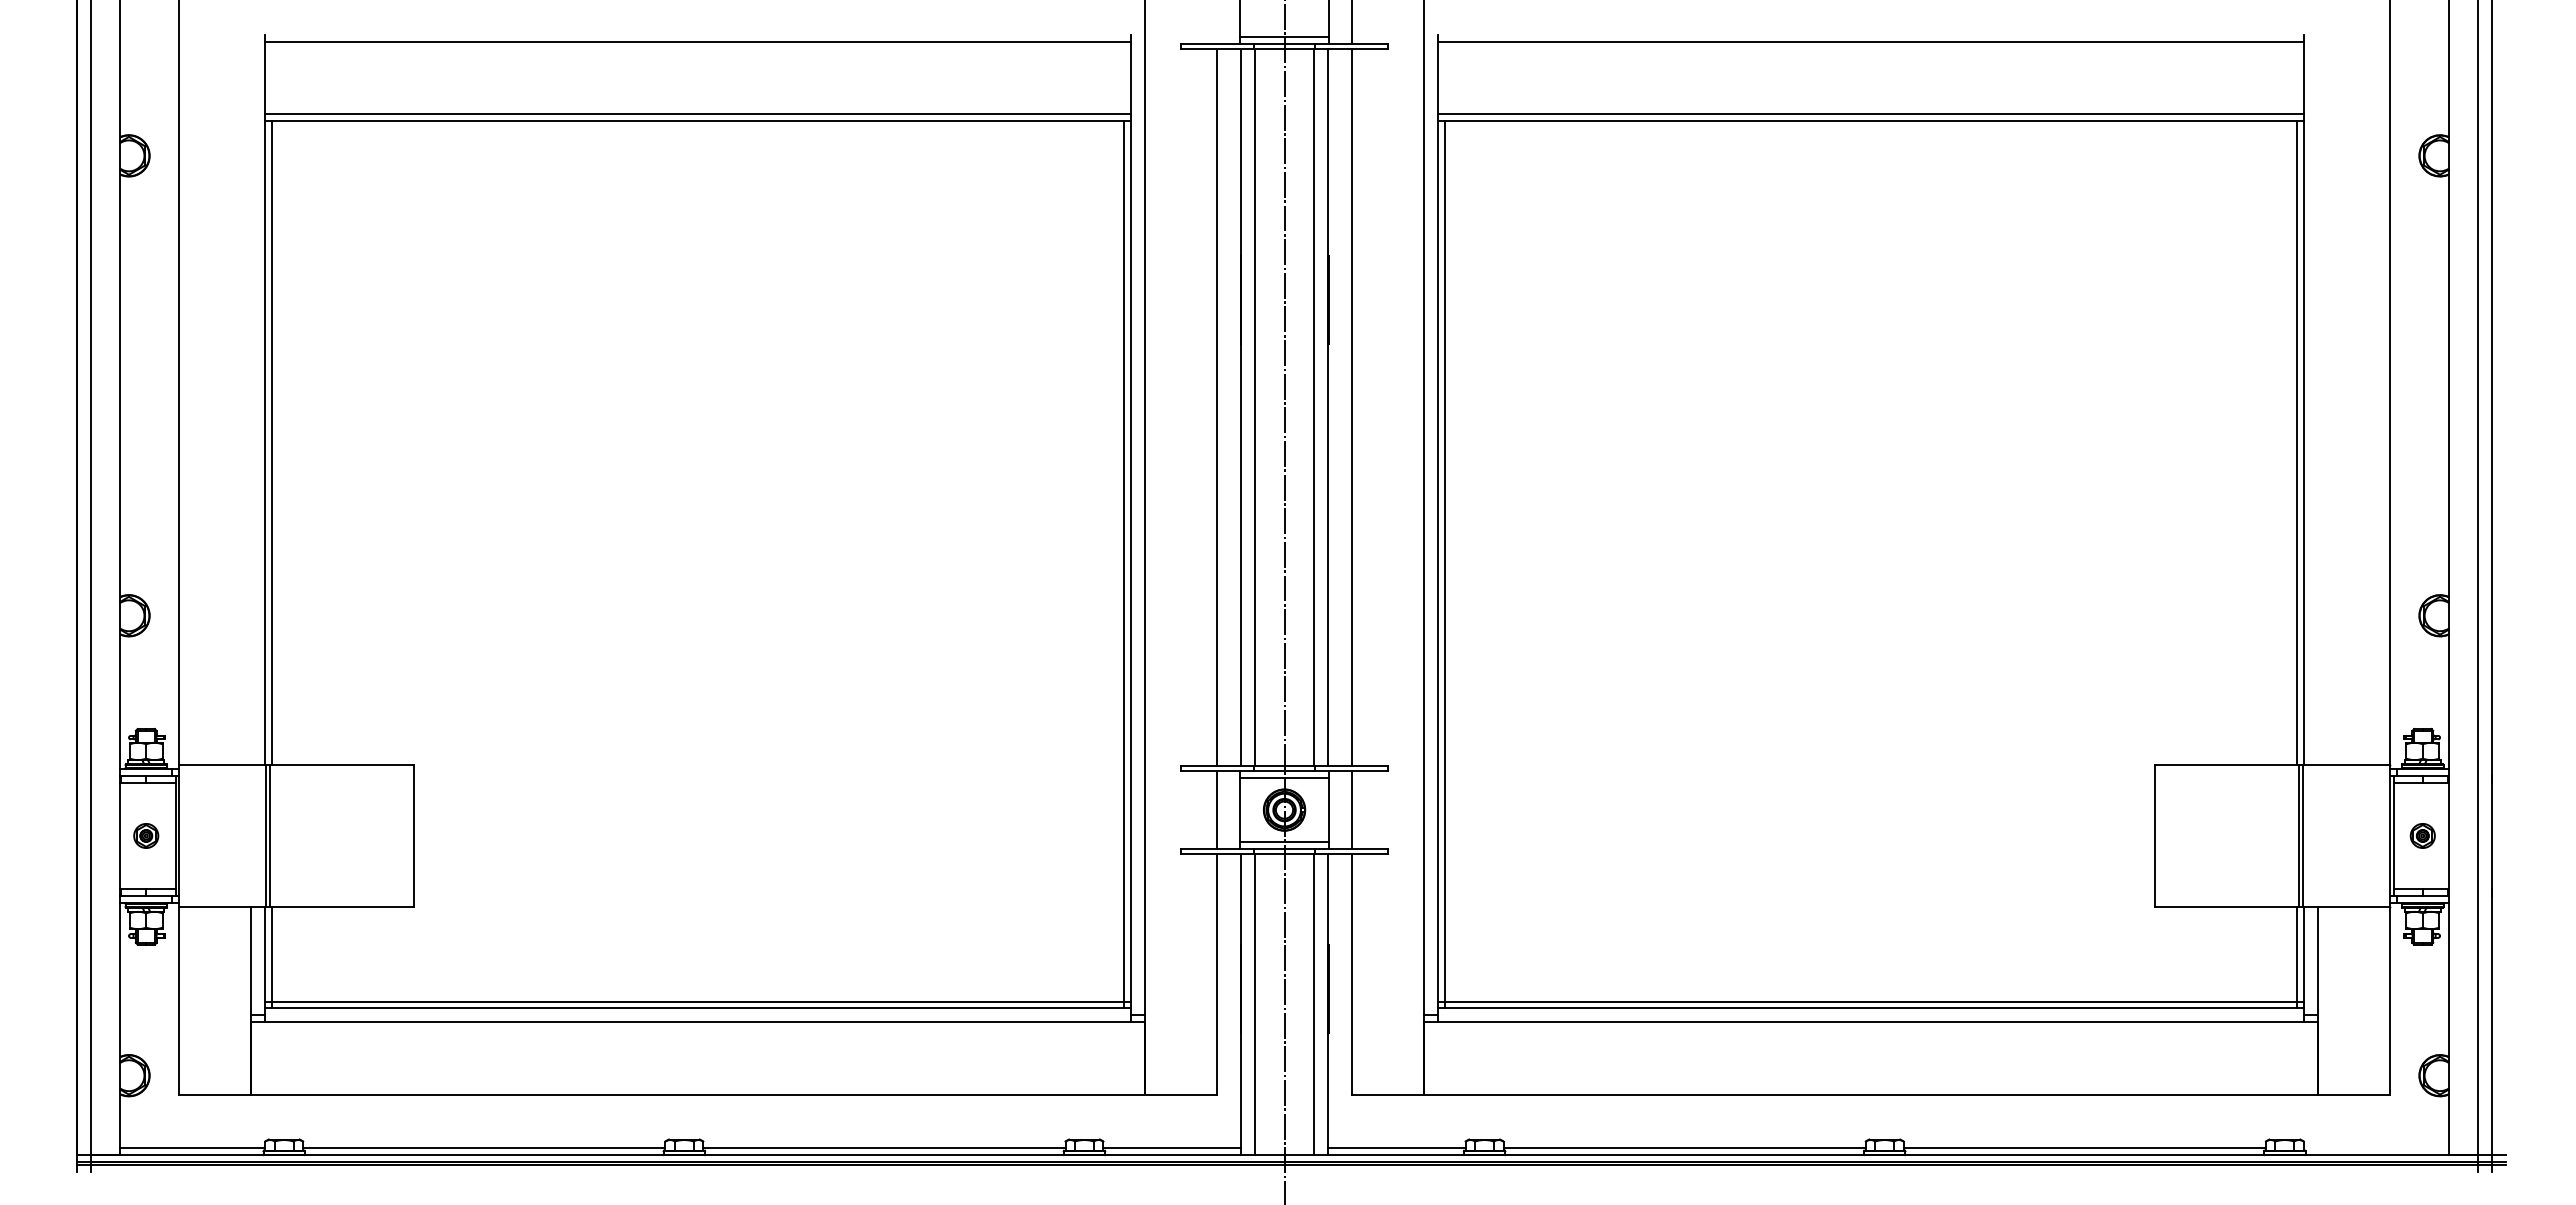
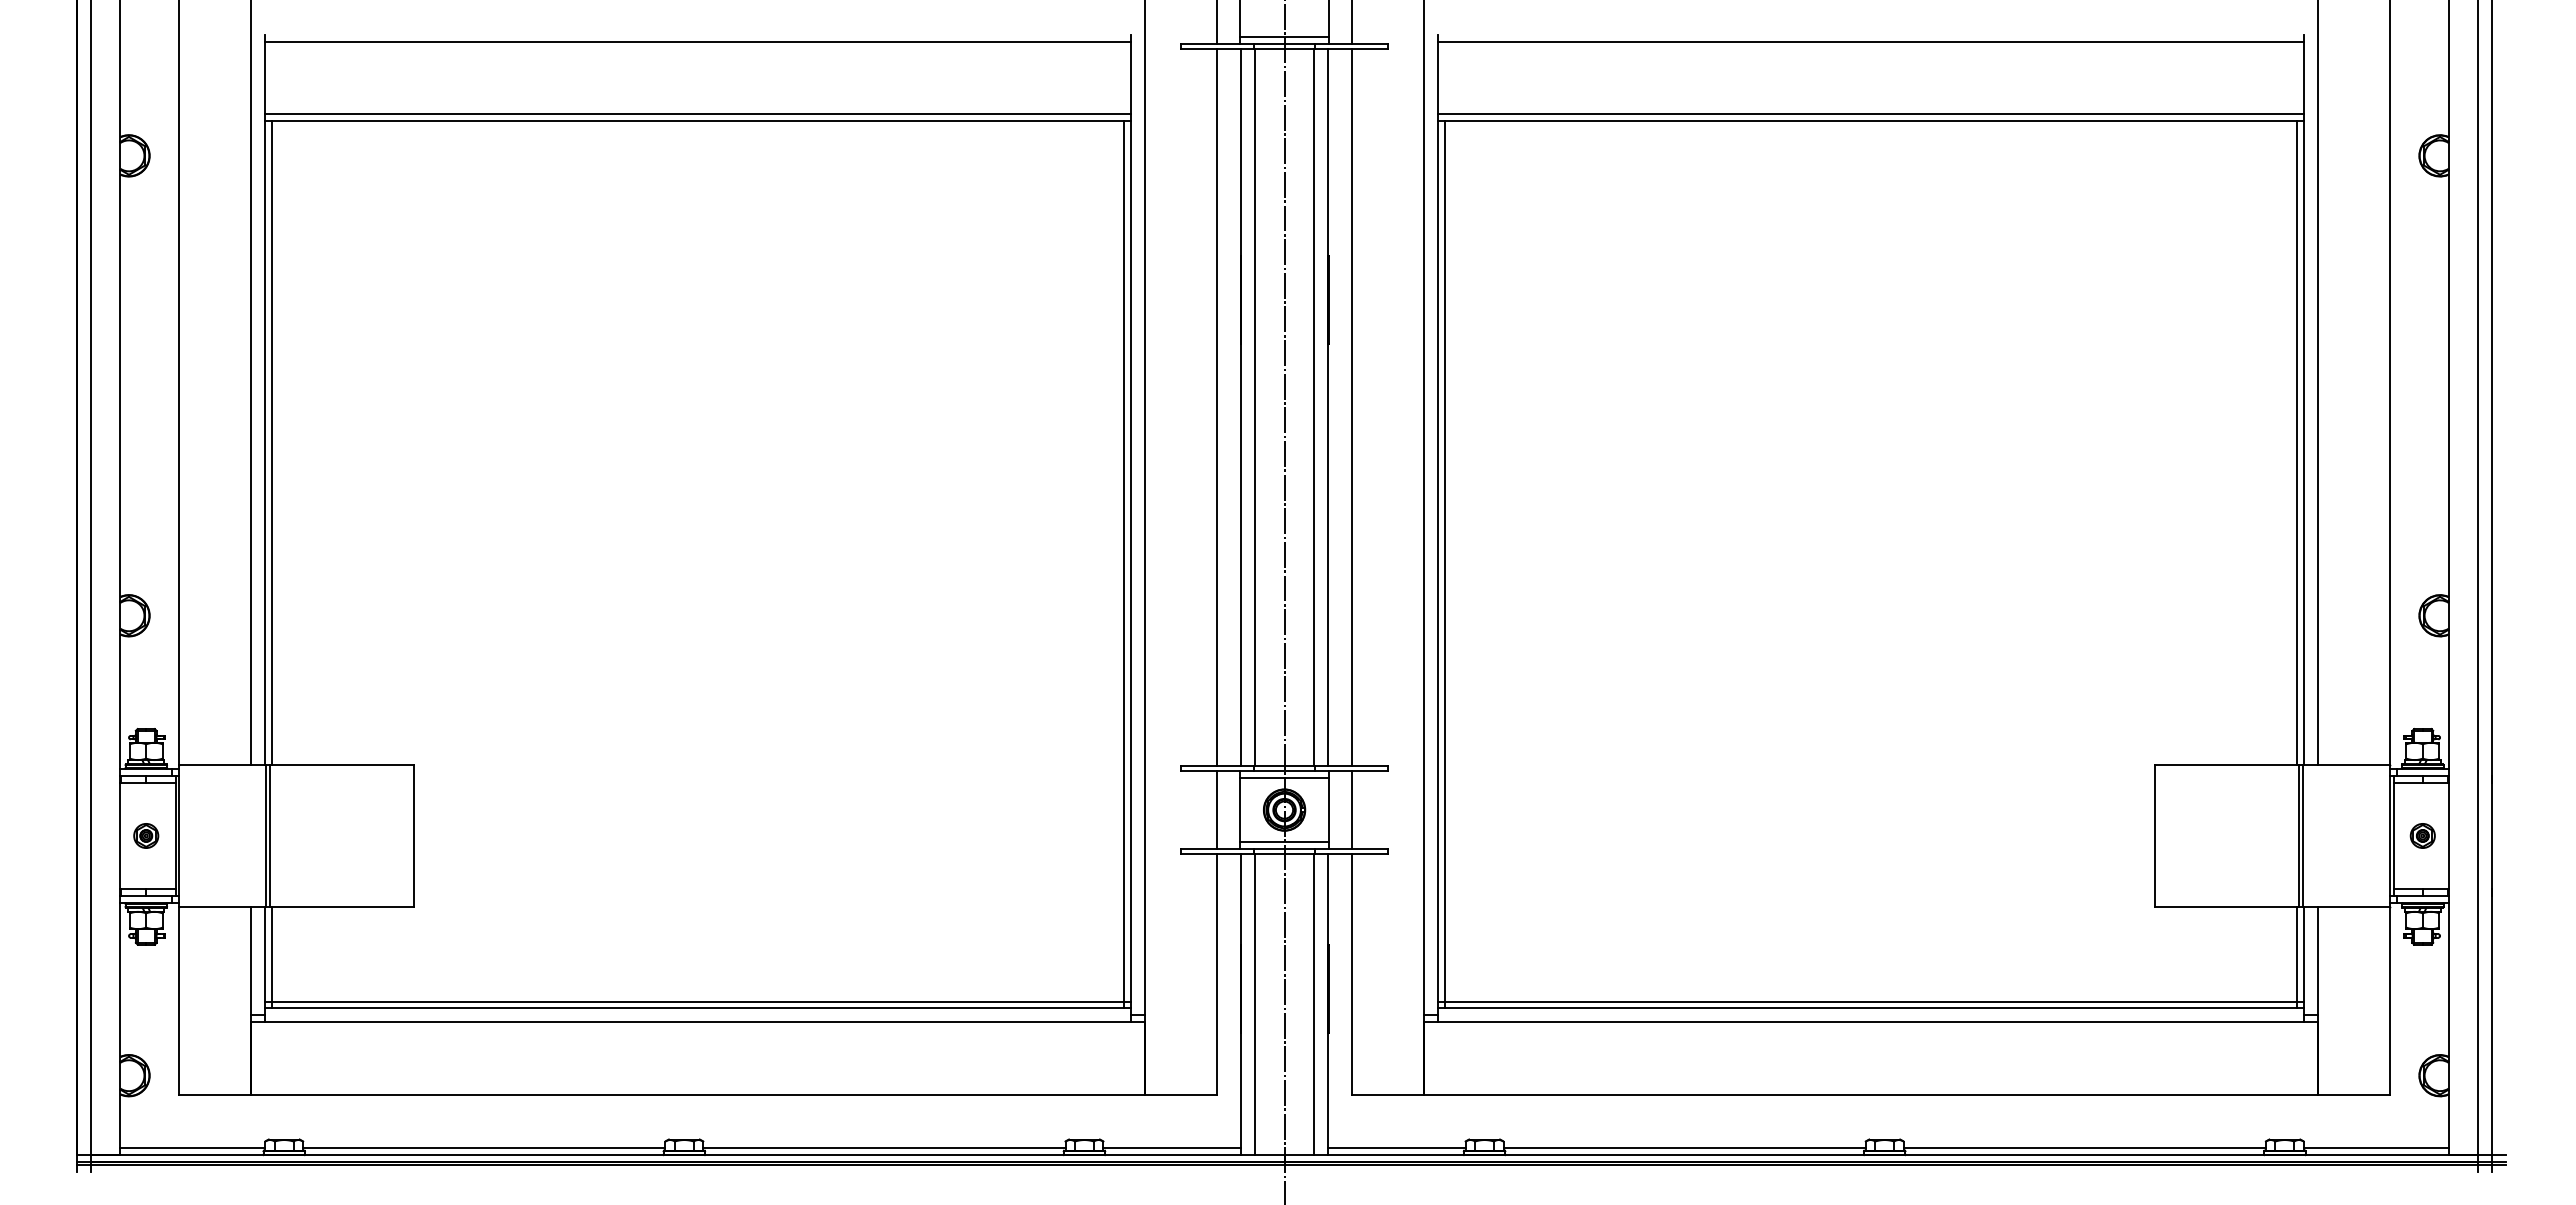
line at (1217, 23): none -> present
line at (251, 383): none -> present
line at (2317, 383): none -> present
line at (2375, 1148): none -> present
